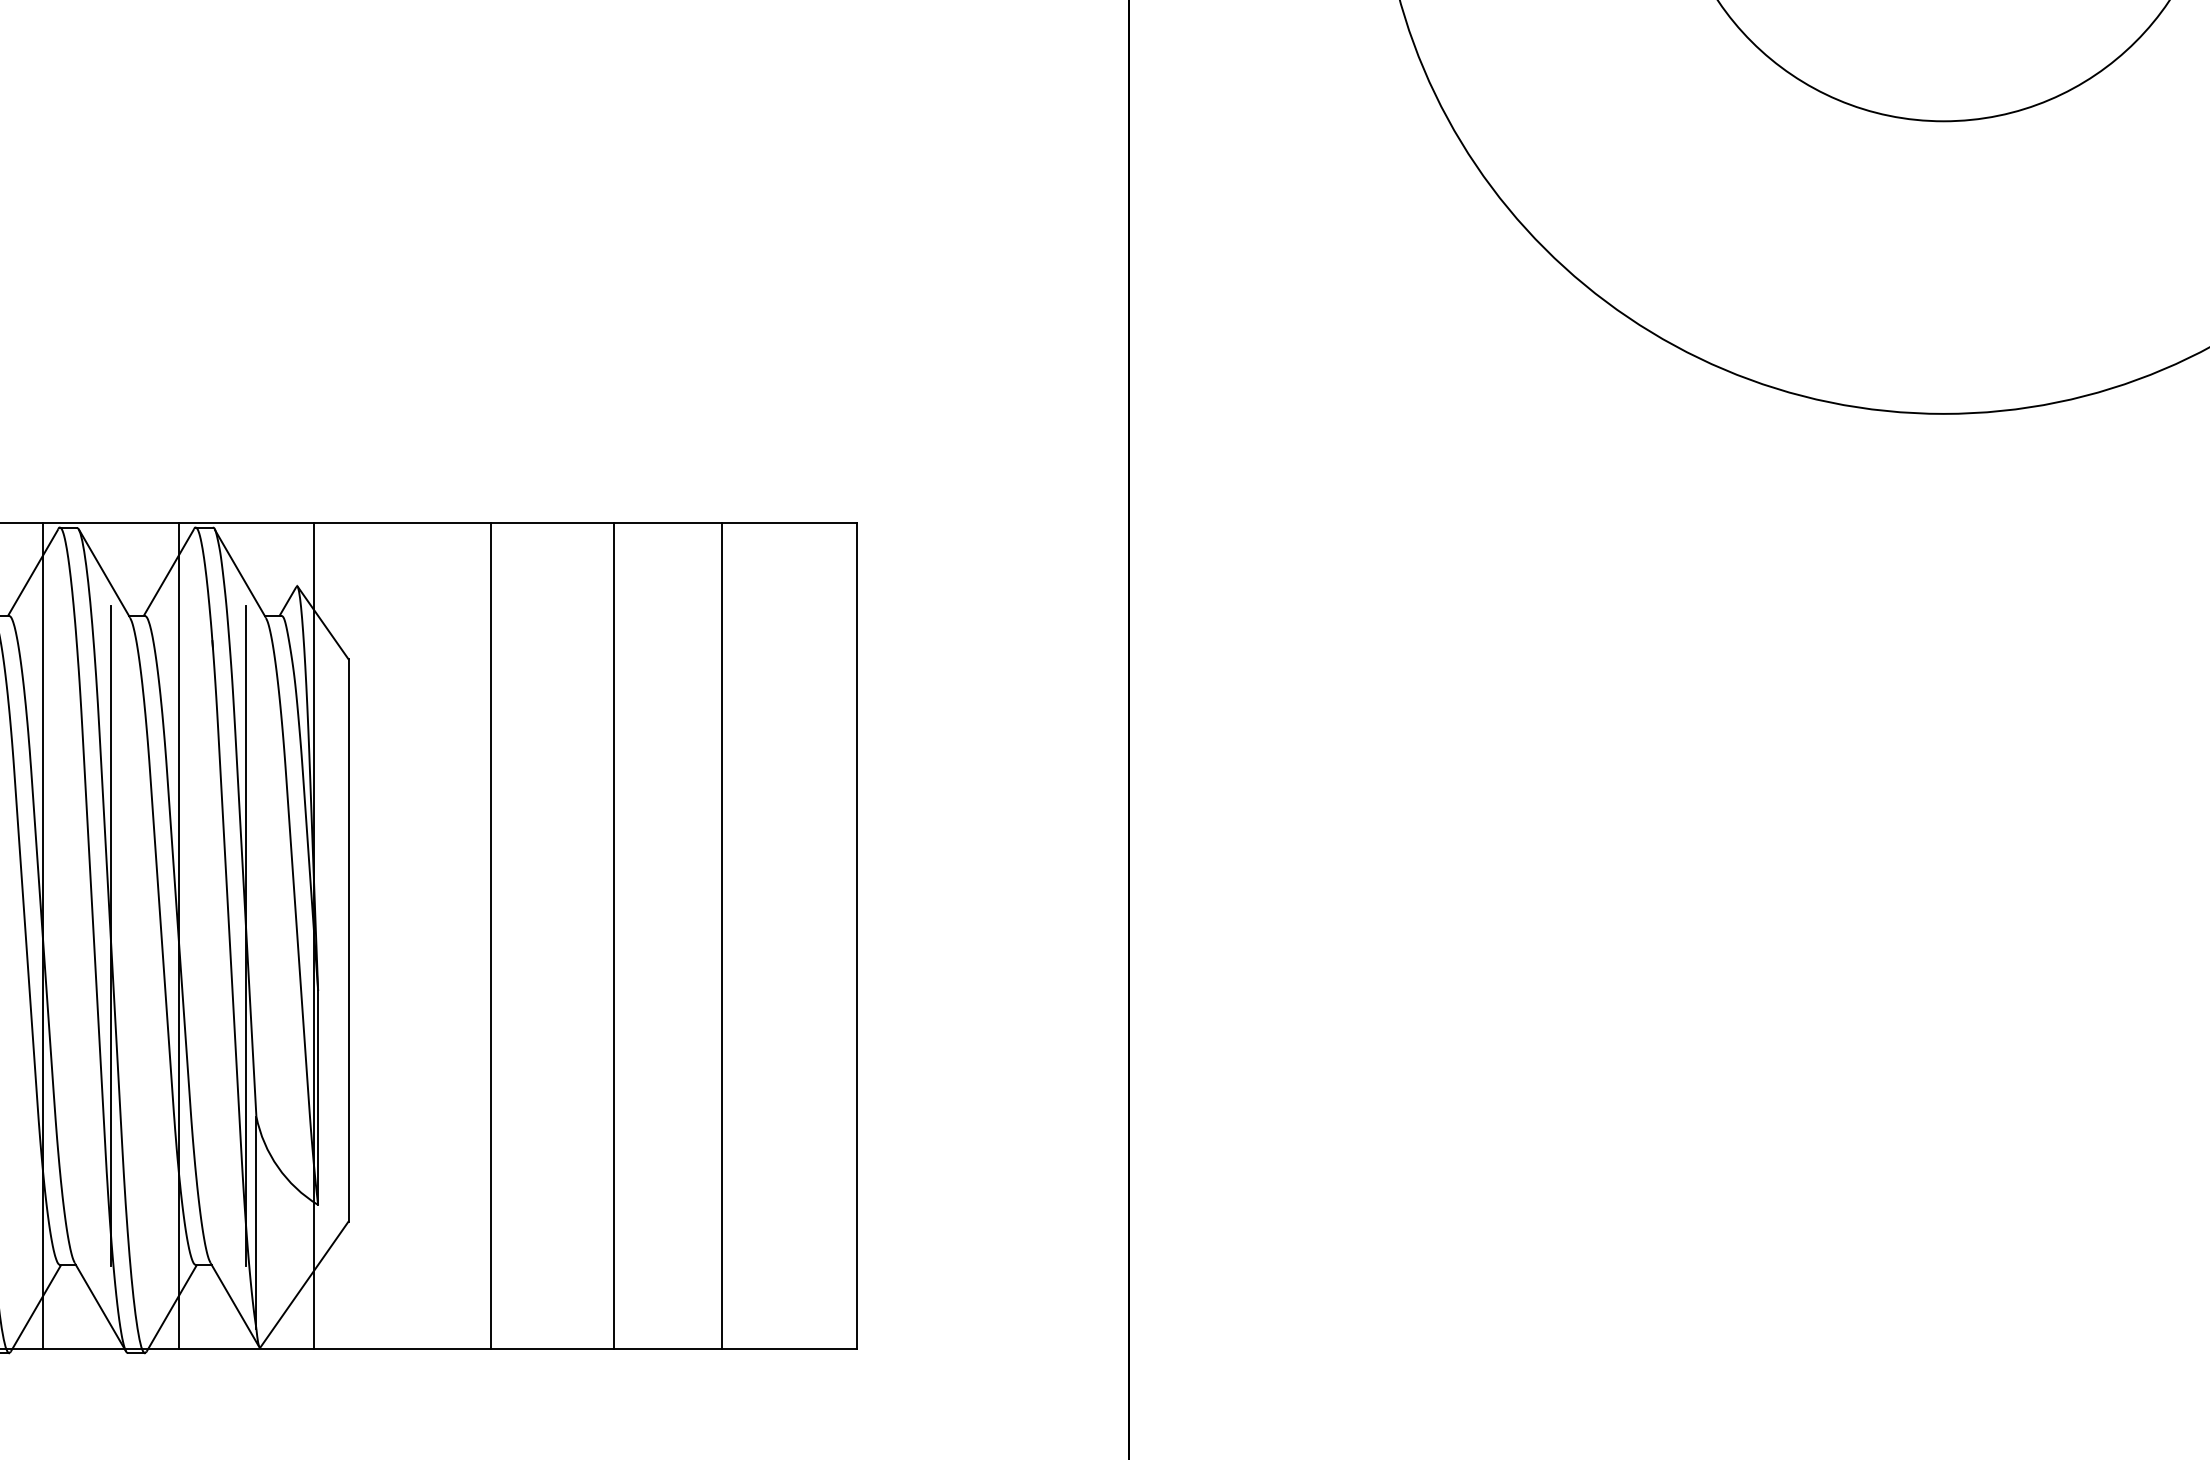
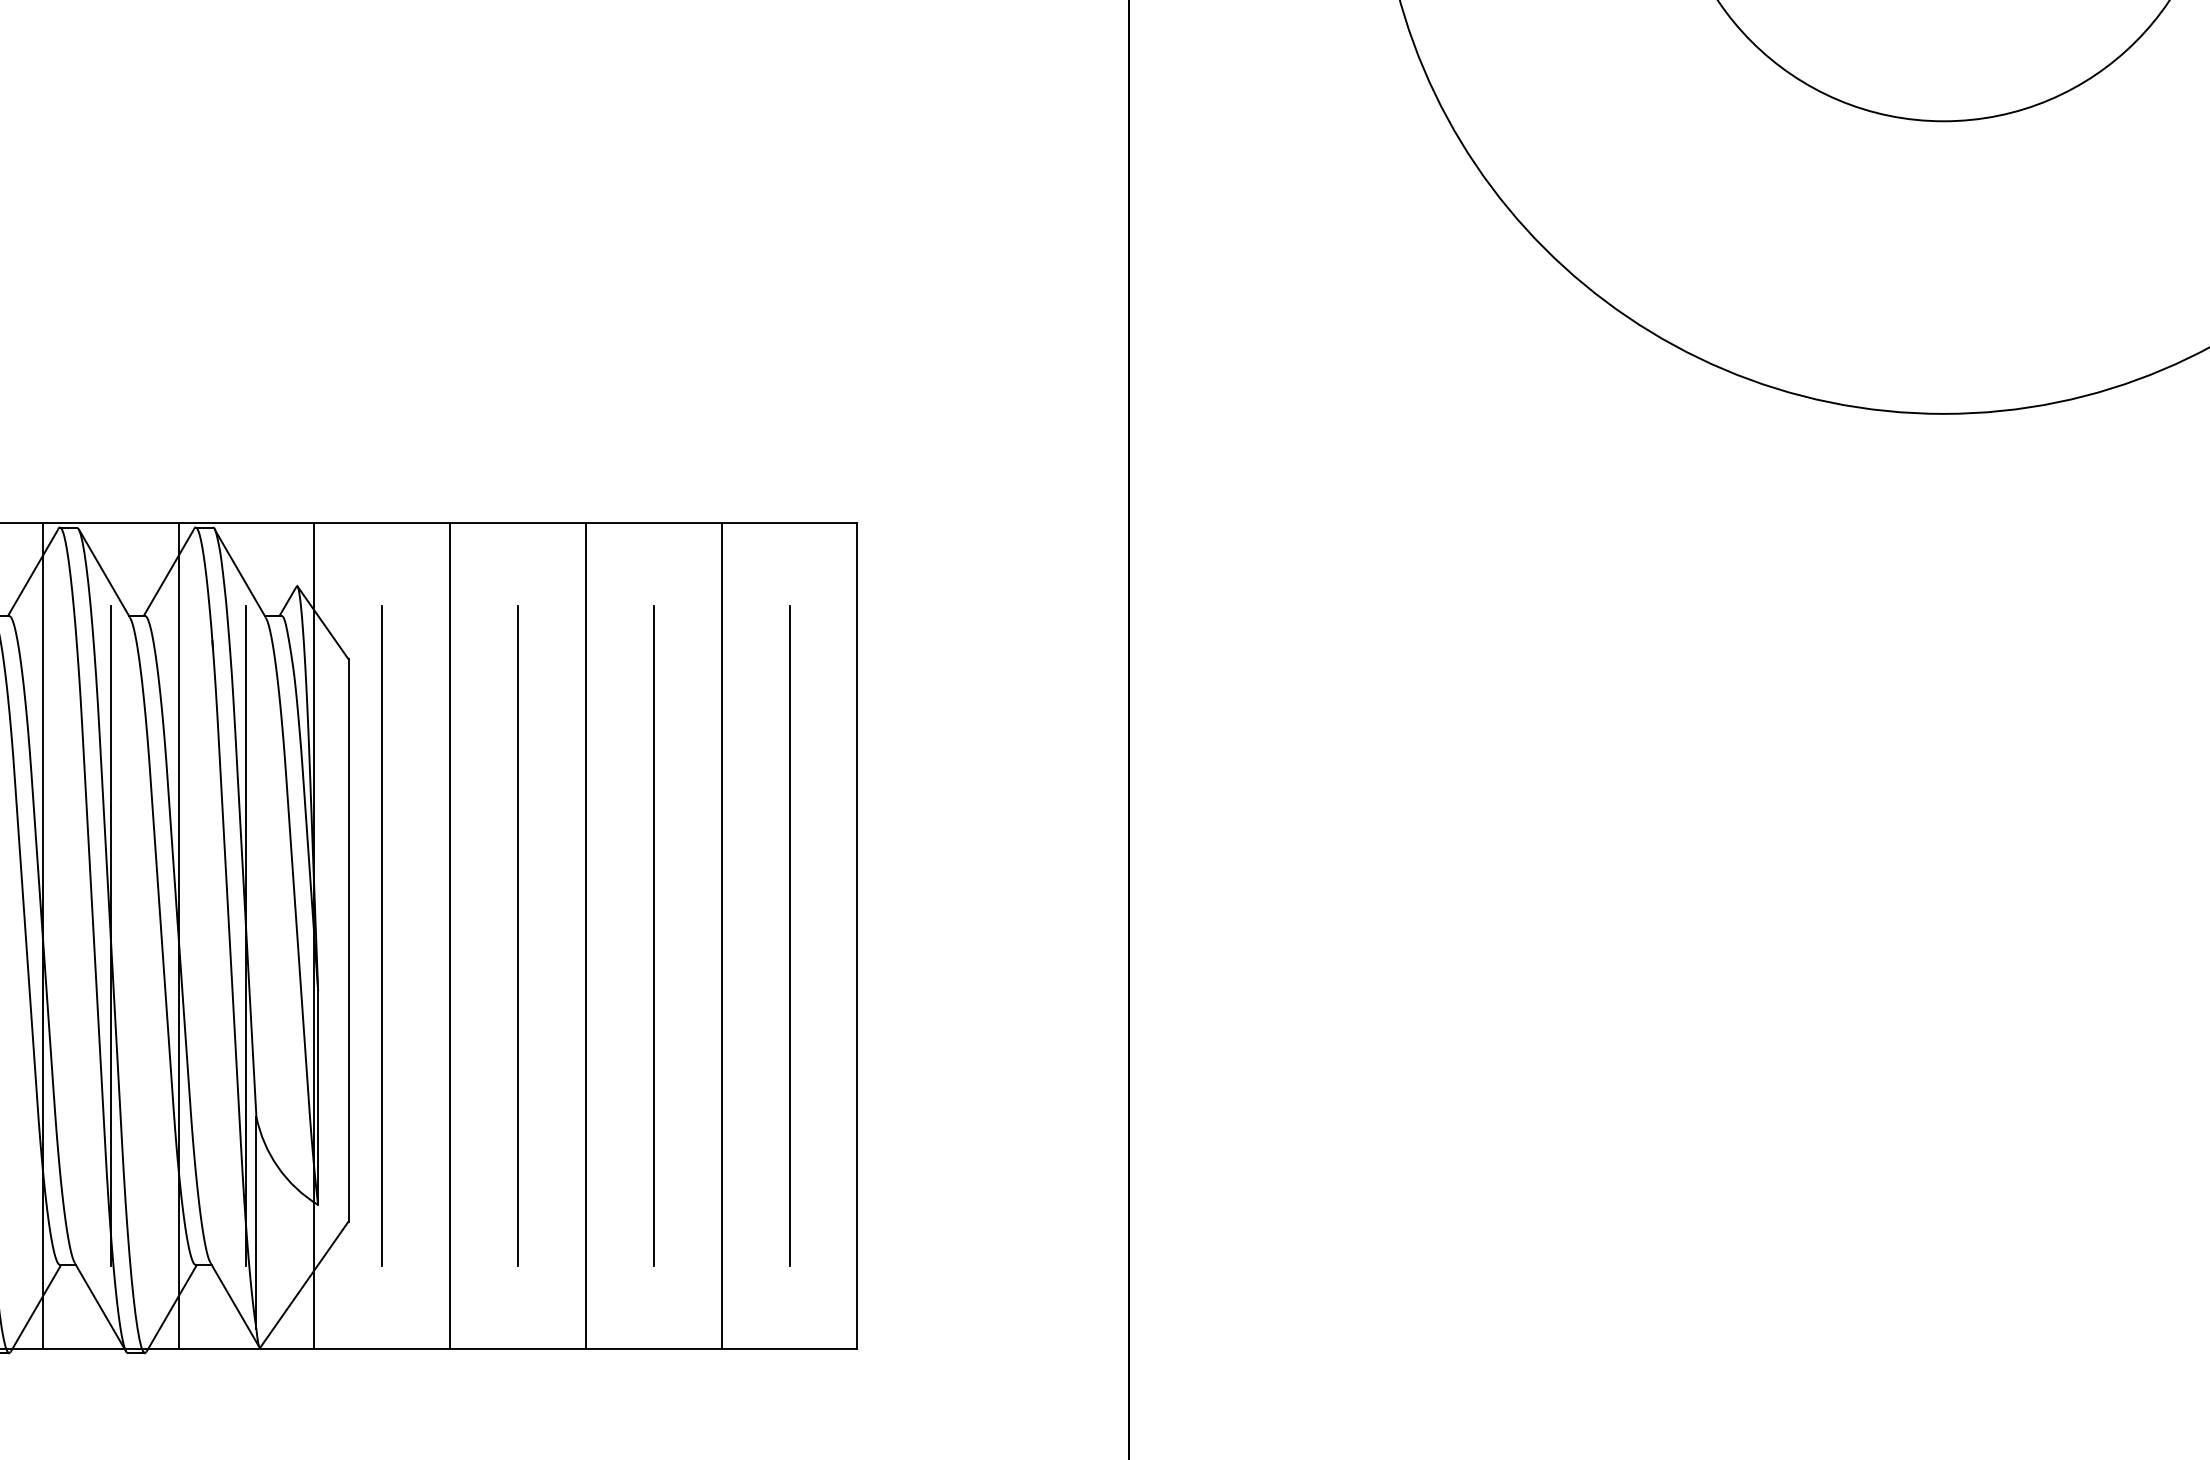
line at (382, 935): none -> present
line at (491, 935) position: (491, 935) -> (450, 935)
line at (518, 935): none -> present
line at (613, 935) position: (613, 935) -> (585, 935)
line at (653, 935): none -> present
line at (789, 935): none -> present
